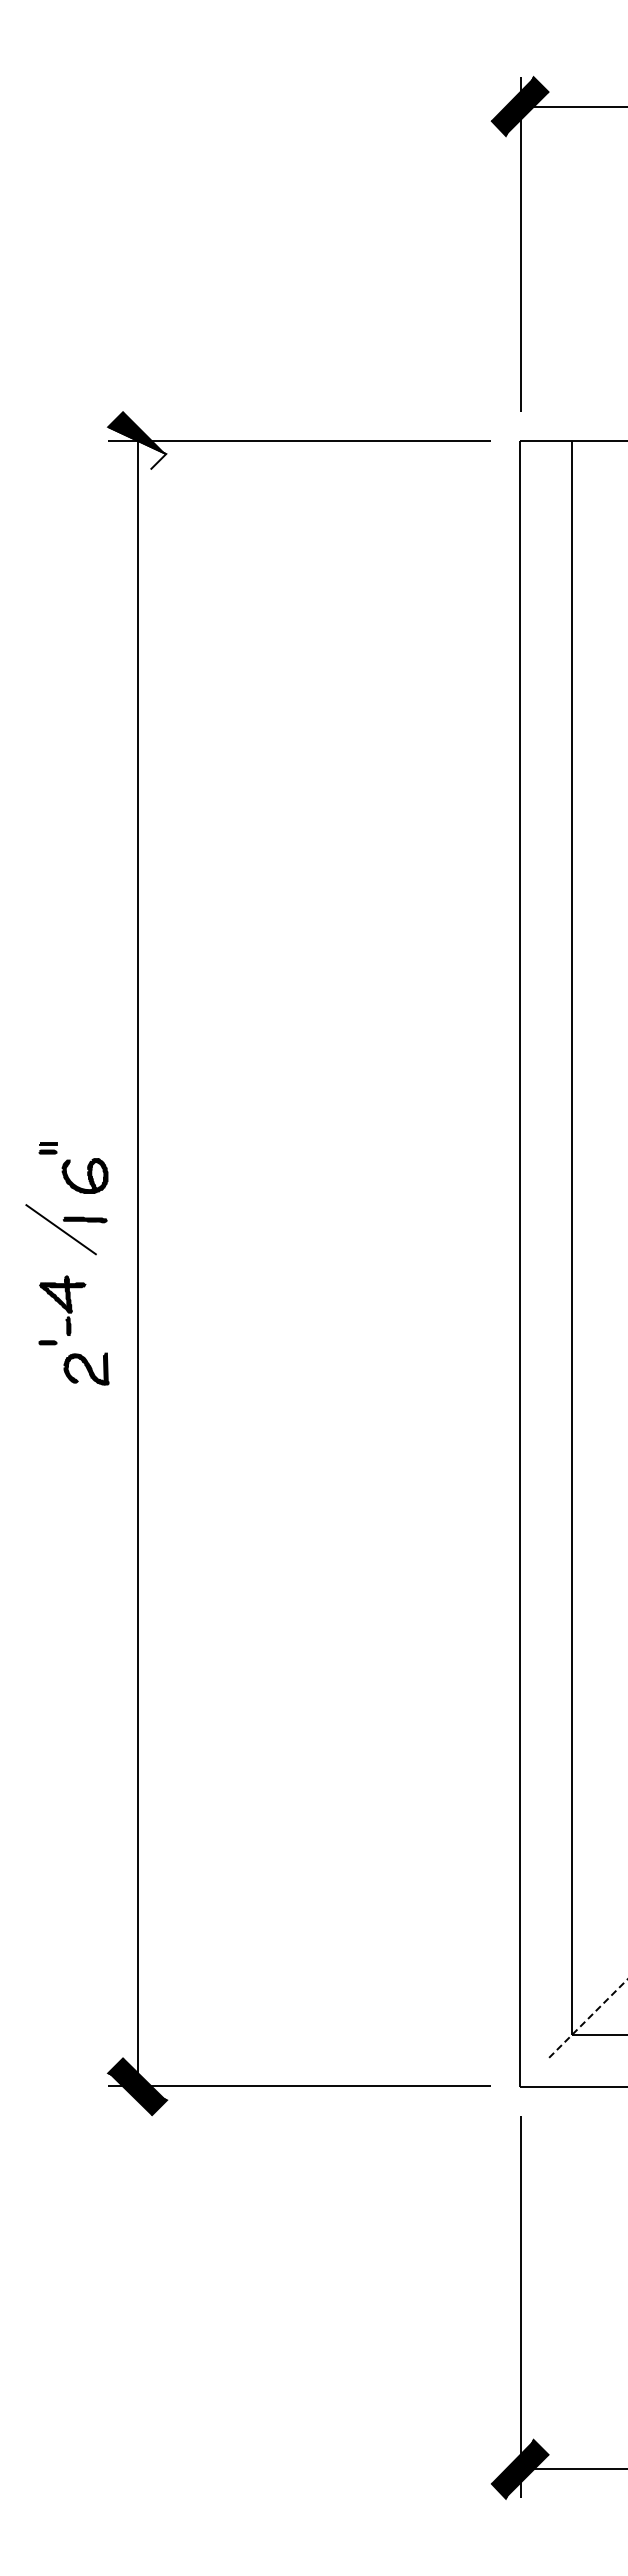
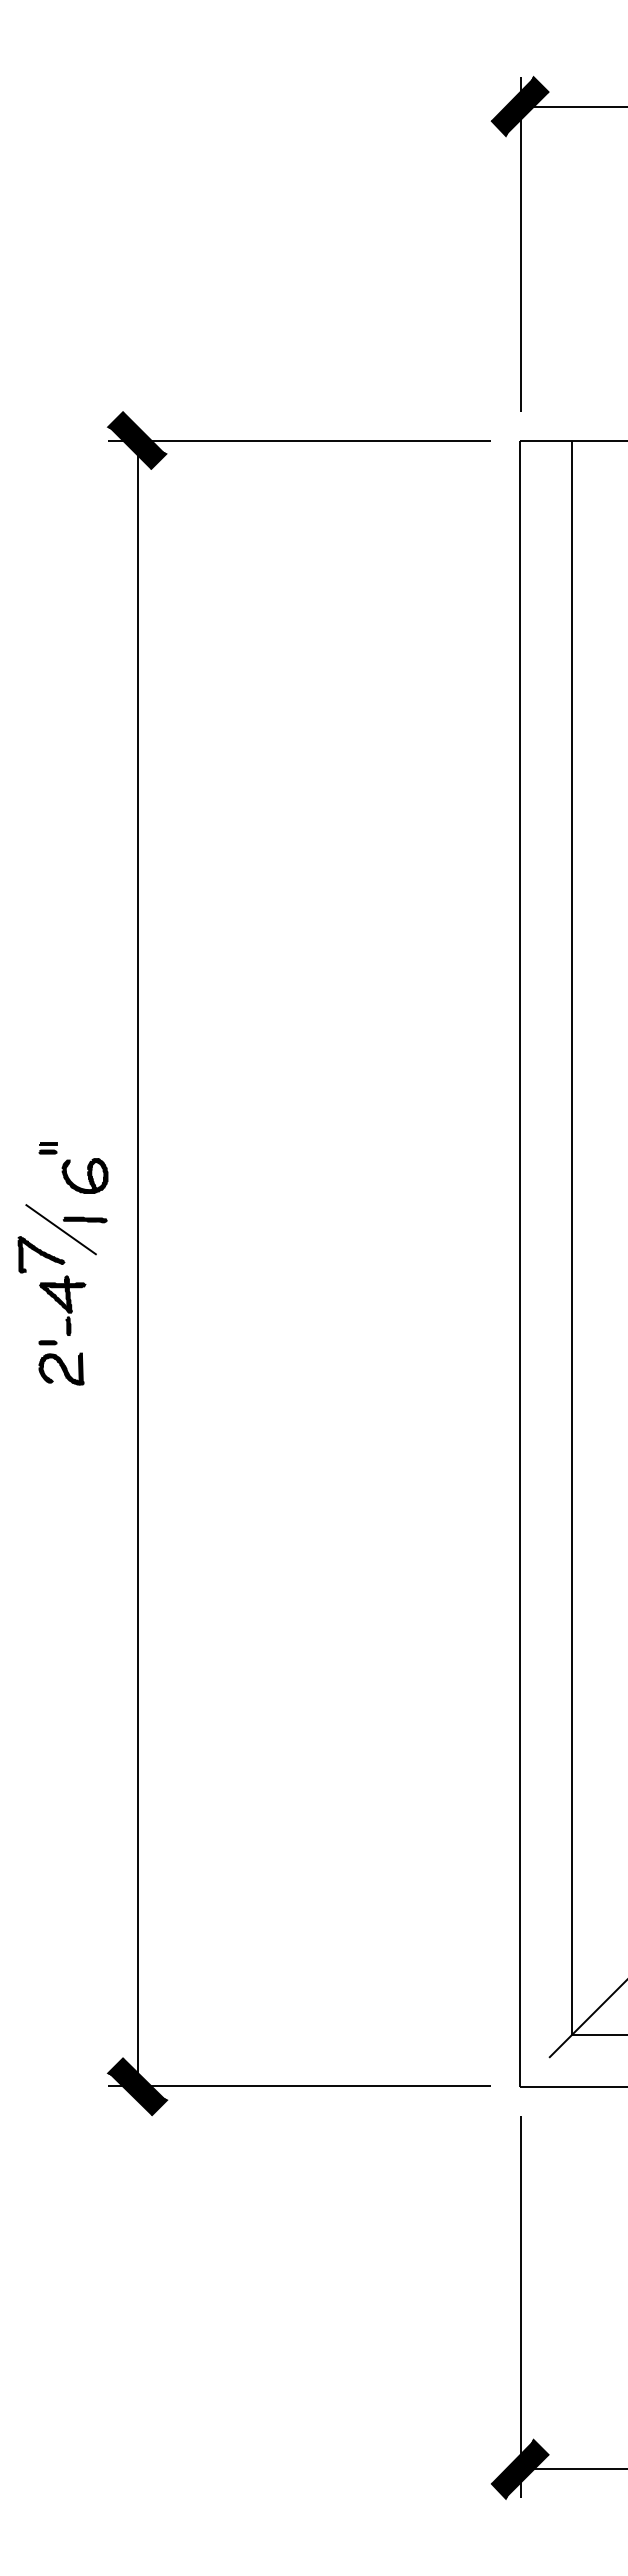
fill at (137, 448): none -> present
part at (41, 1254): none -> present
part at (86, 1368) position: (86, 1368) -> (61, 1368)
line at (588, 2018): dashed -> solid
